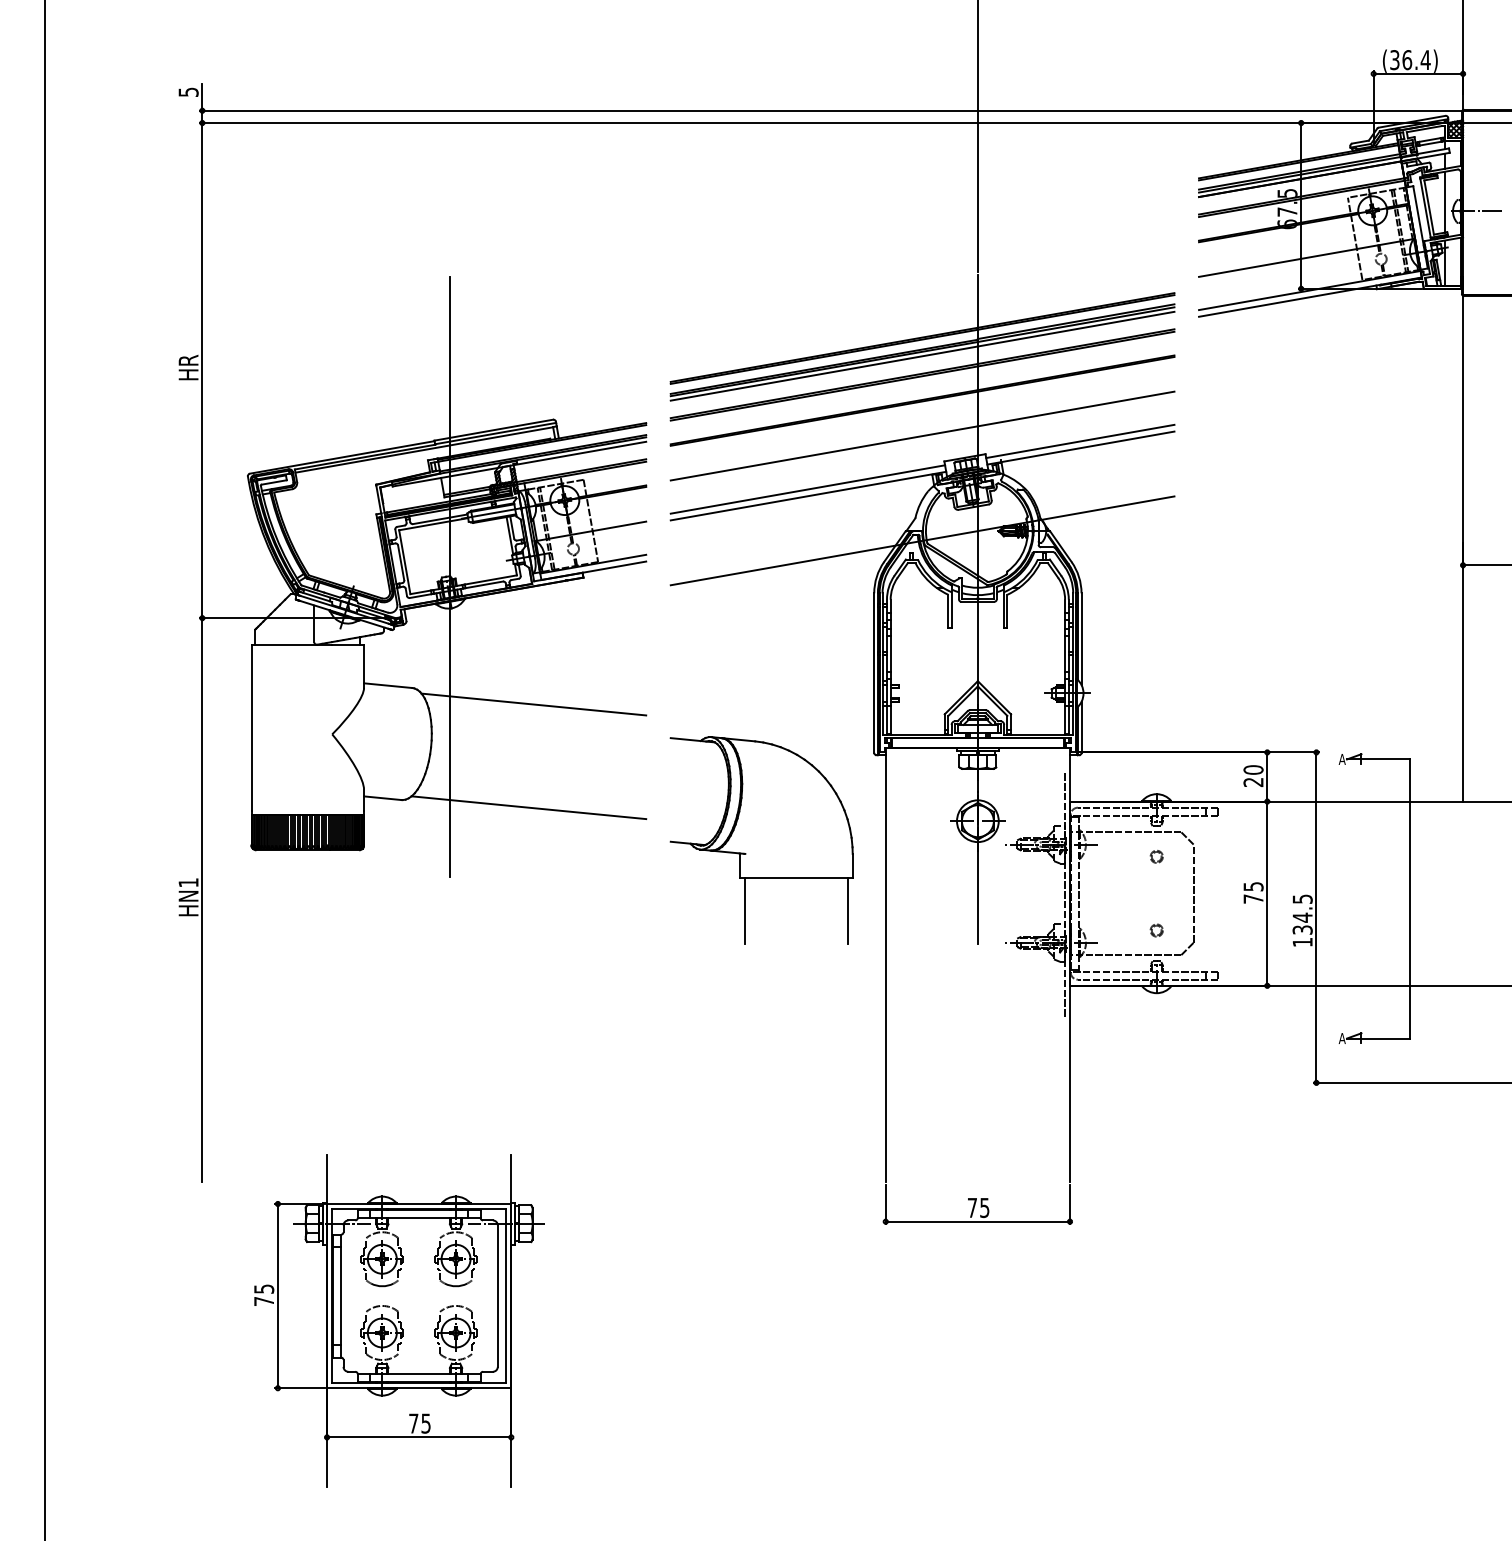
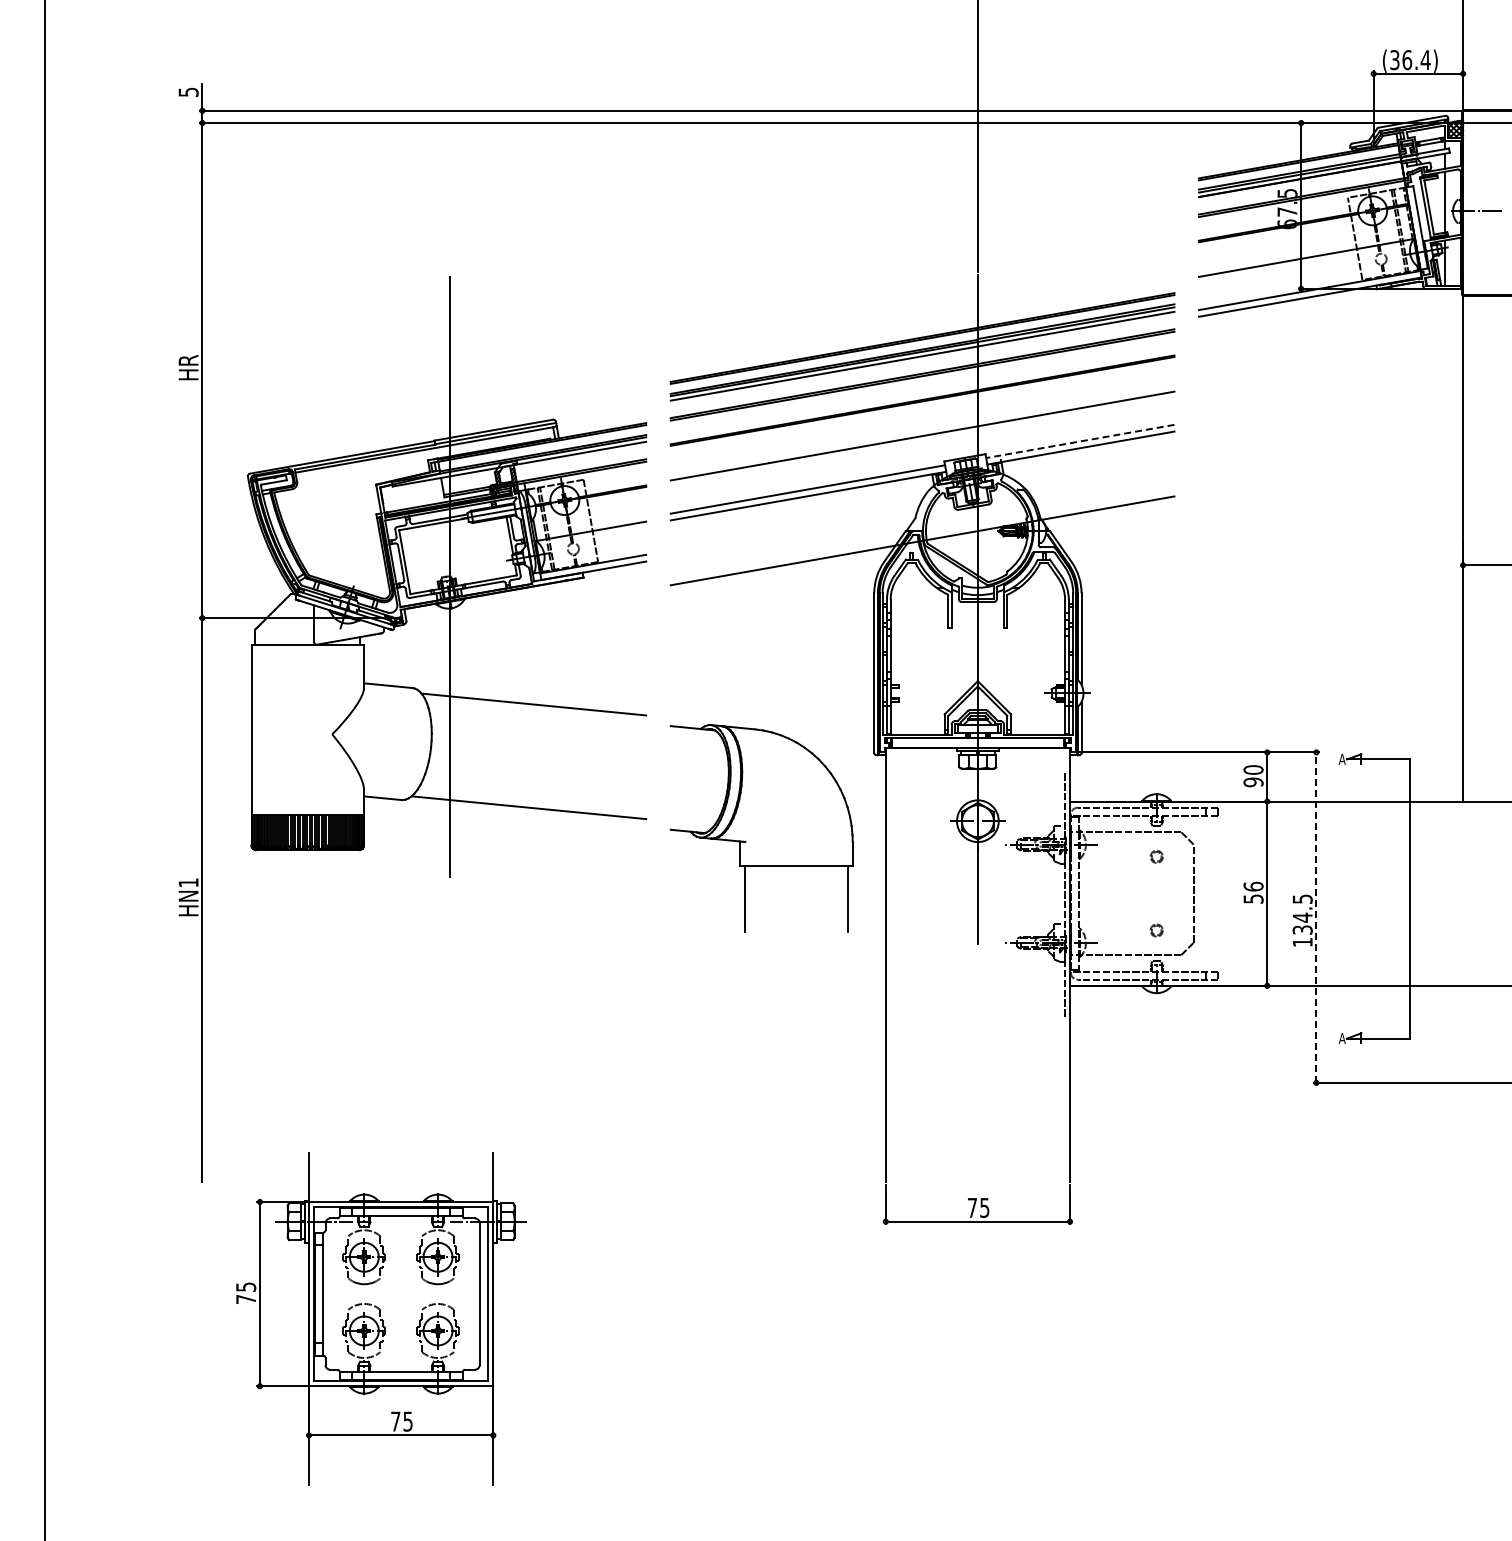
line at (1080, 441): solid -> dashed
text at (1253, 782): 20 -> 90
part at (761, 840) position: (761, 840) -> (761, 828)
text at (1253, 892): 75 -> 56
line at (1316, 917): solid -> dashed
part at (399, 1320) position: (399, 1320) -> (381, 1318)
